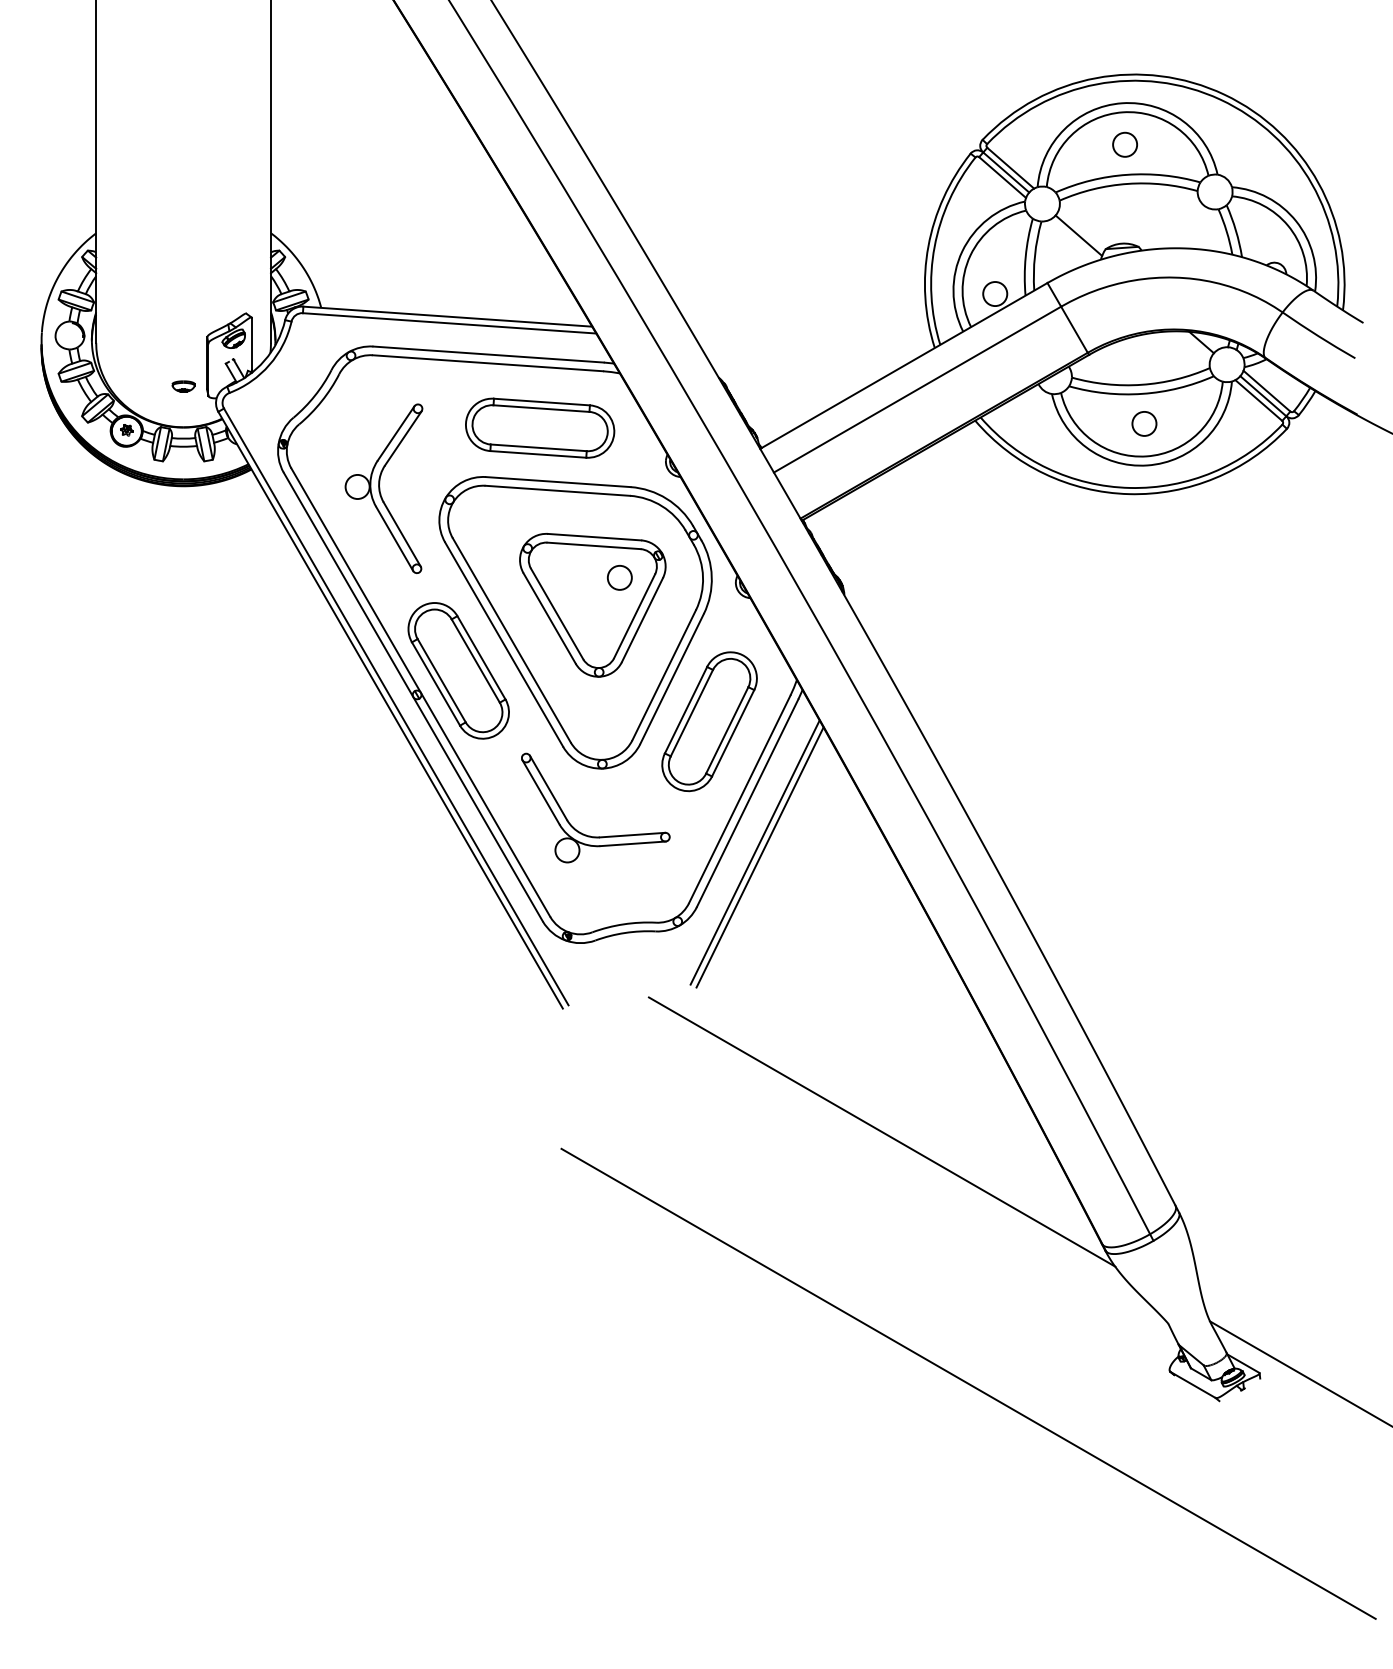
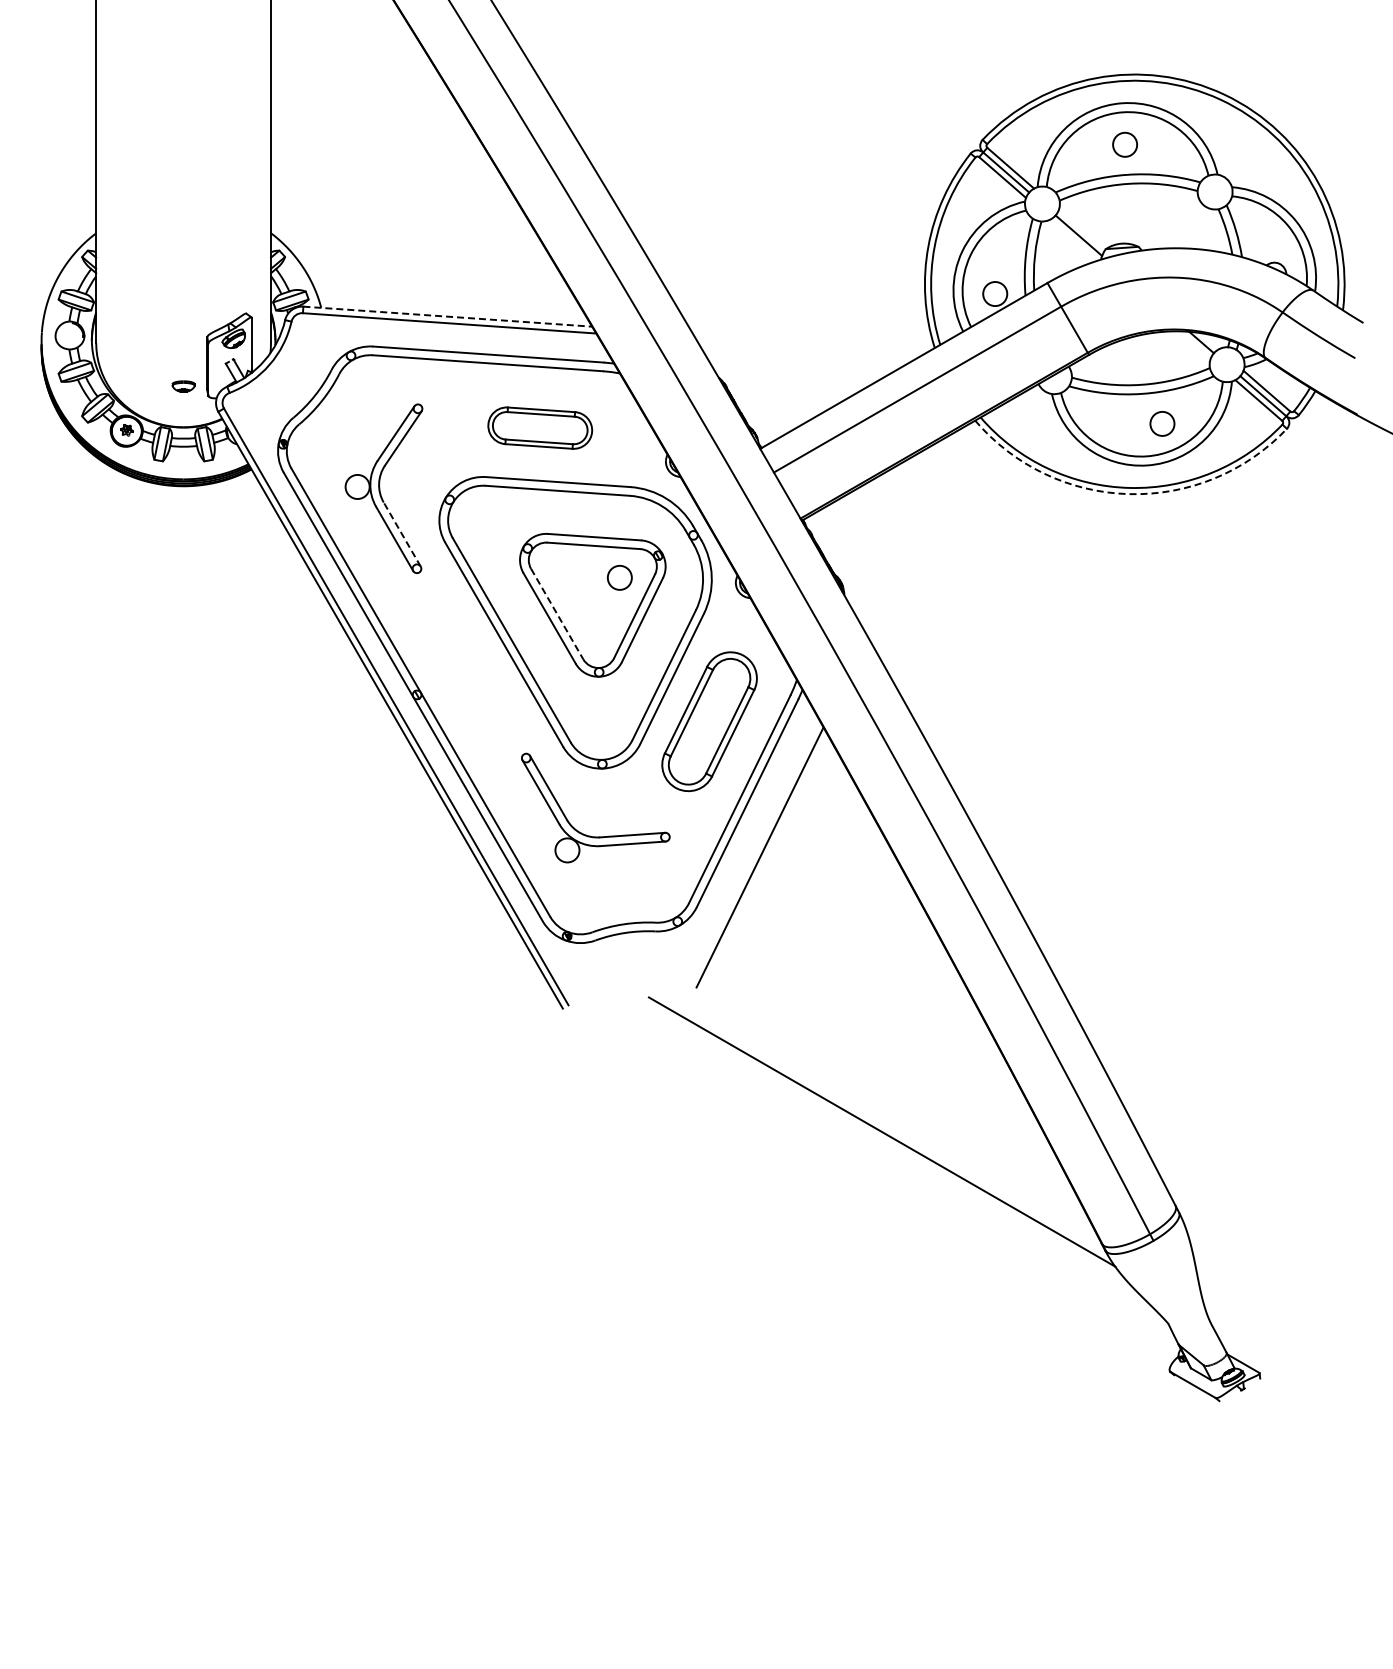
line at (447, 316): solid -> dashed
circle at (1144, 423) position: (1144, 423) -> (1162, 423)
part at (540, 427) size: 151x62 px -> 107x44 px
arc at (1129, 494): solid -> dashed
line at (402, 534): solid -> dashed
line at (557, 614): solid -> dashed
part at (458, 670): present -> none
line at (754, 852): present -> none
line at (1299, 1372): present -> none
line at (968, 1383): present -> none
